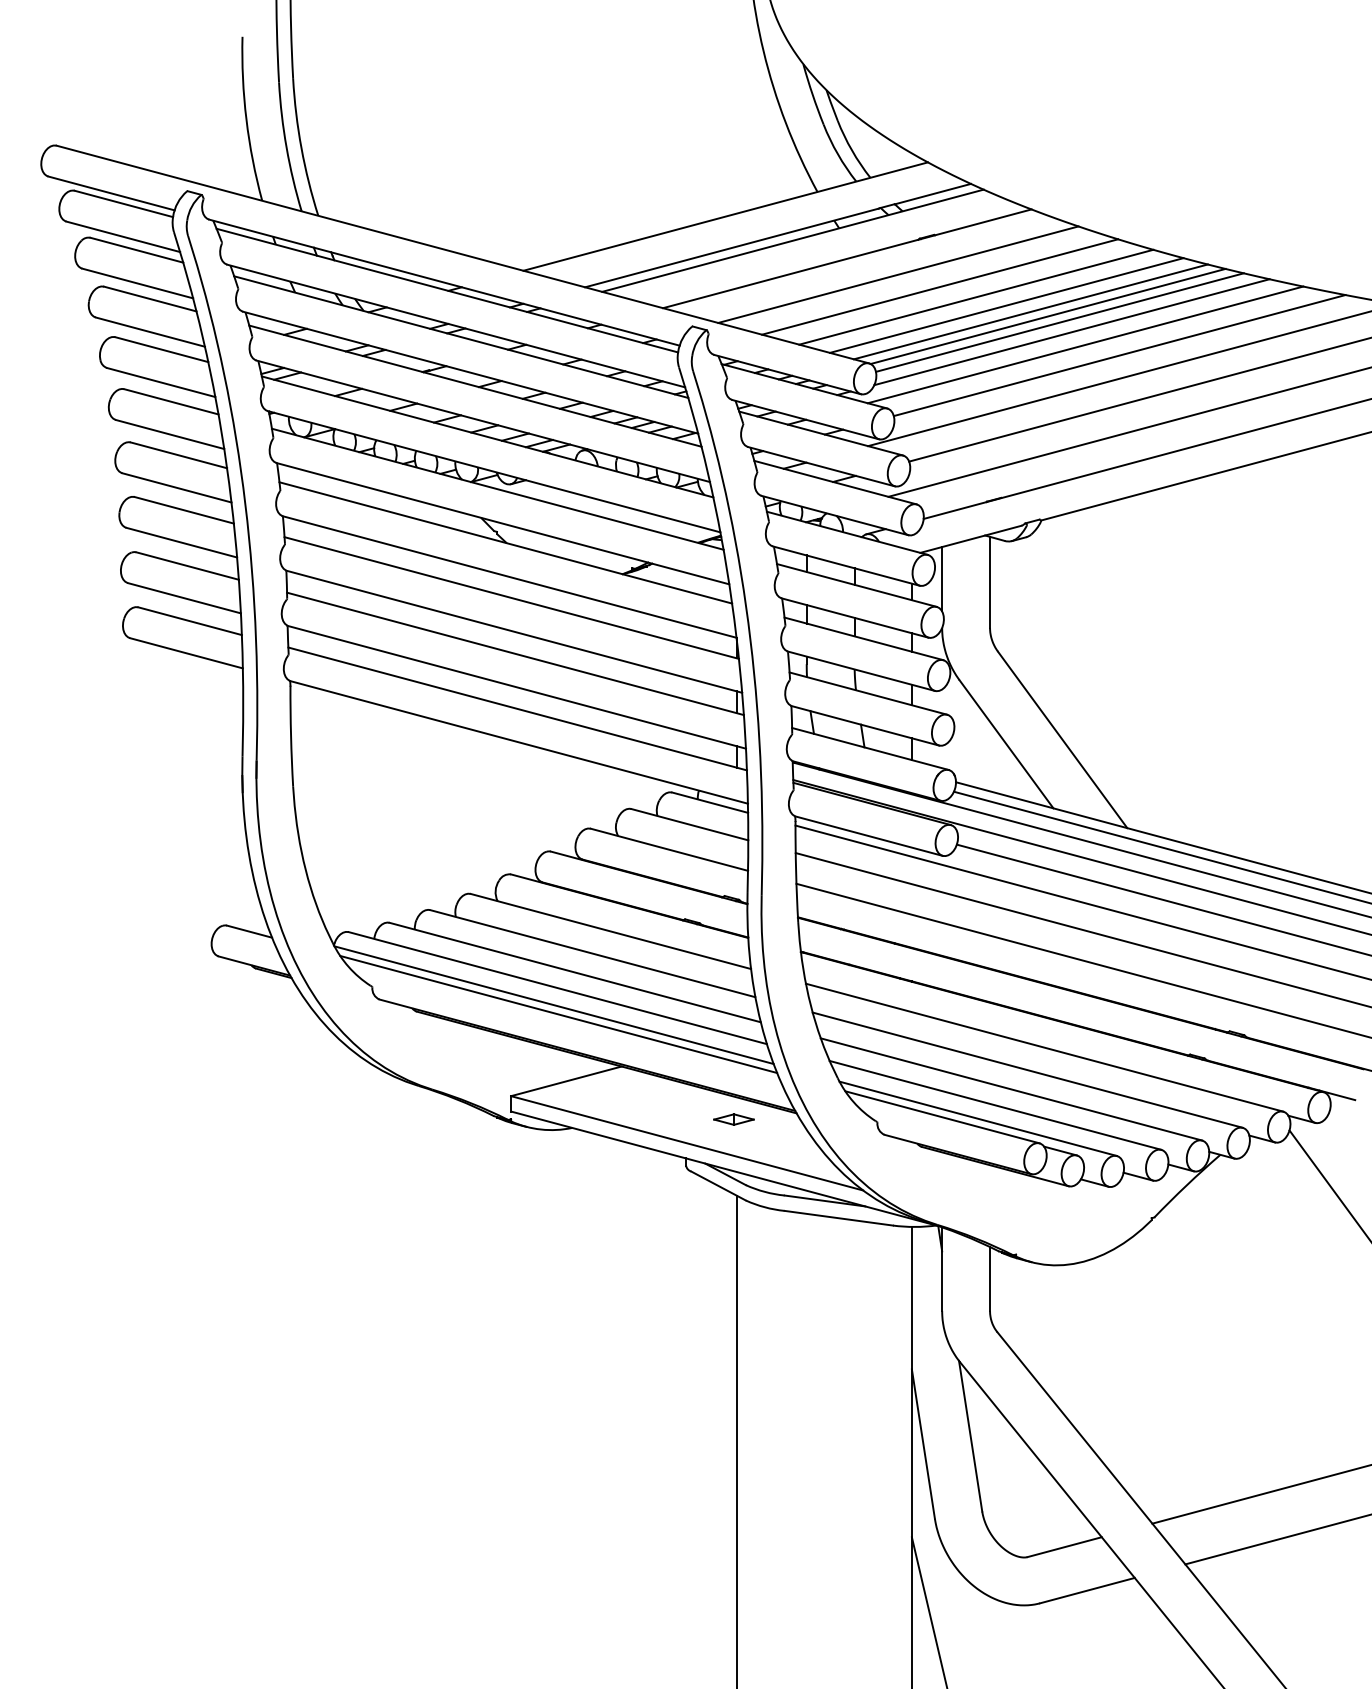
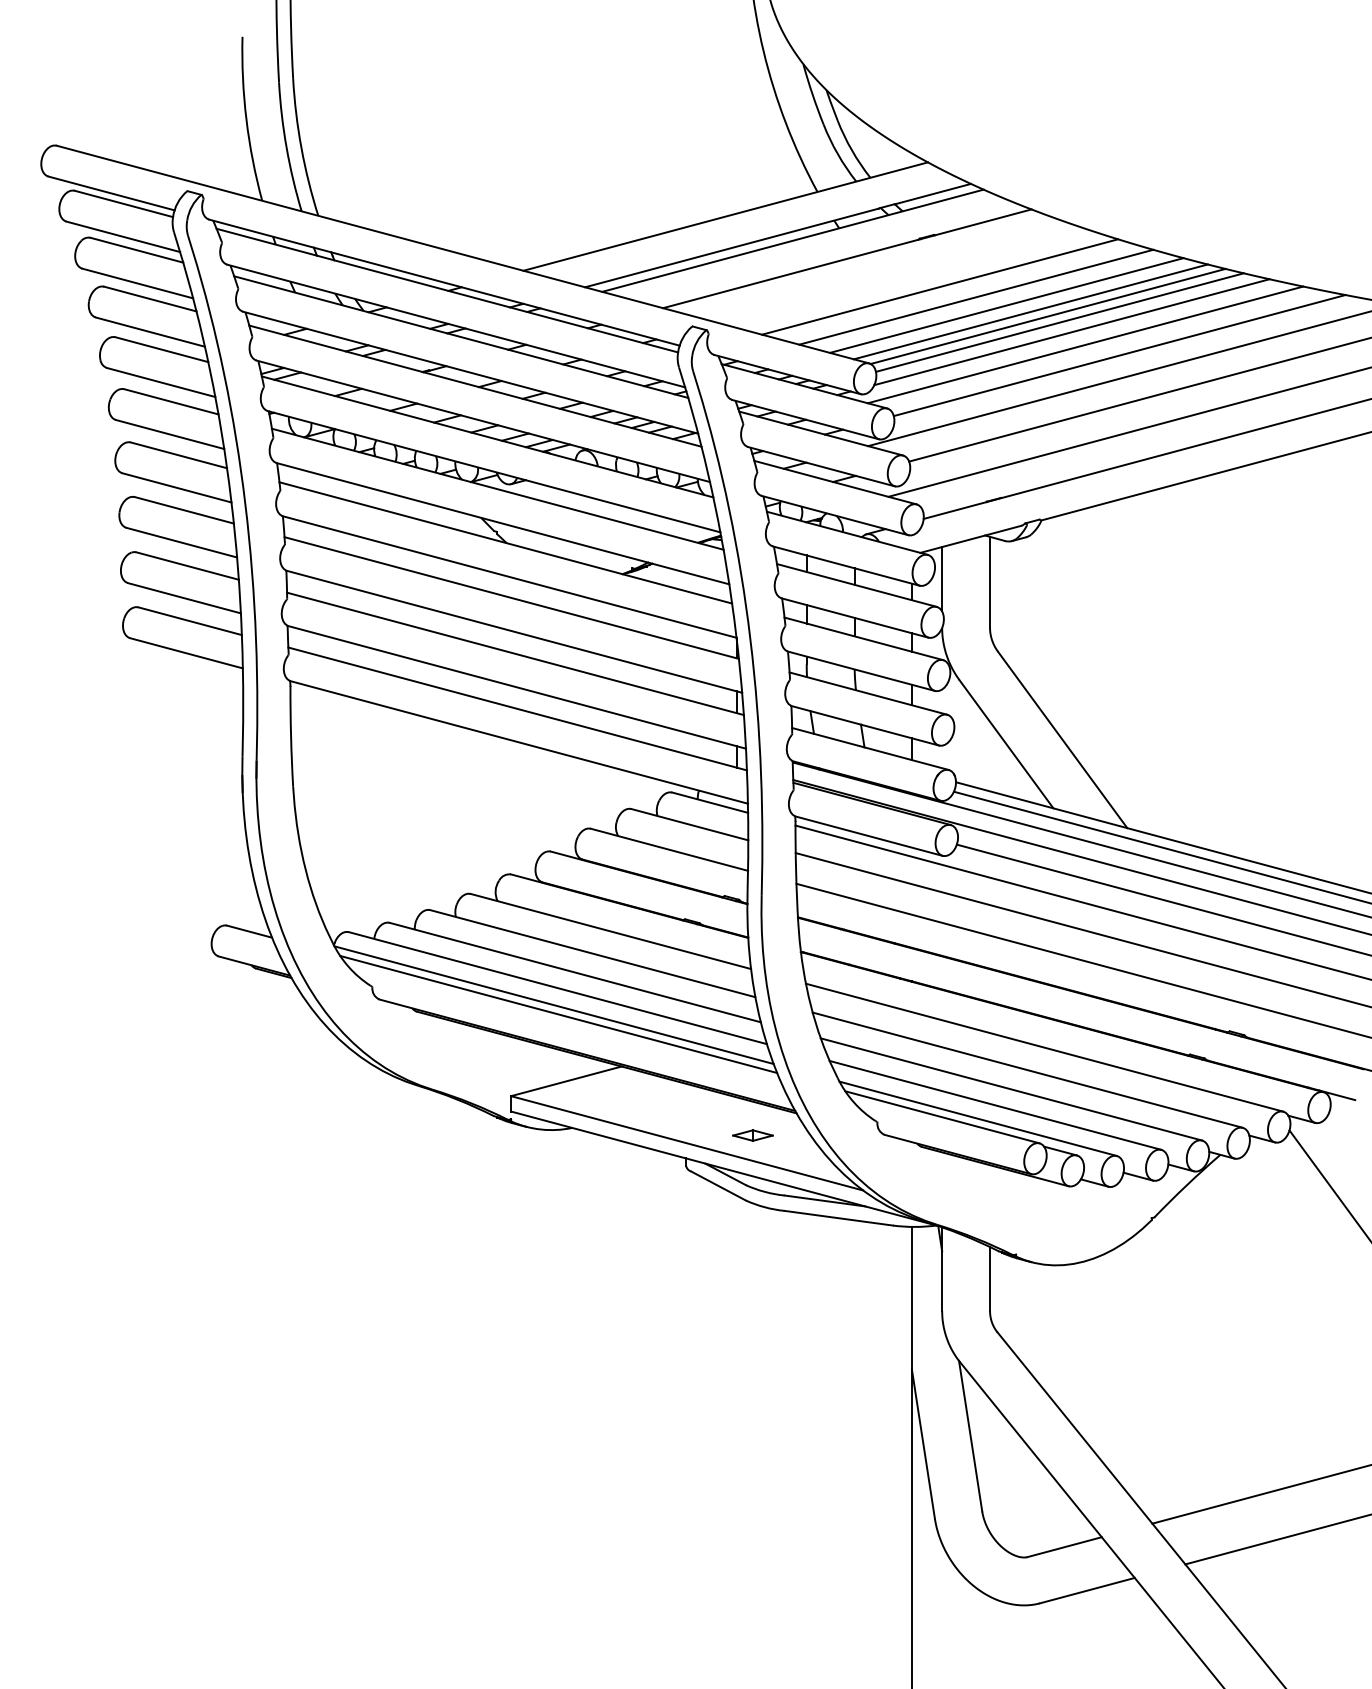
line at (898, 274): present -> none
part at (733, 1119) position: (733, 1119) -> (752, 1135)
line at (736, 1440): present -> none
line at (928, 1611): present -> none
